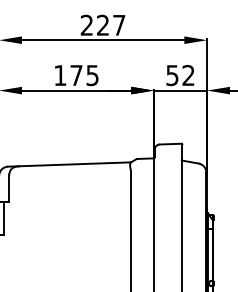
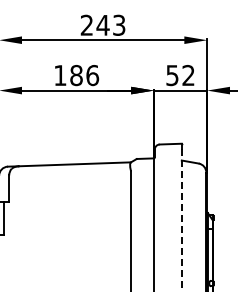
text at (110, 24): 227 -> 243
text at (84, 75): 175 -> 186
line at (181, 220): solid -> dashed
